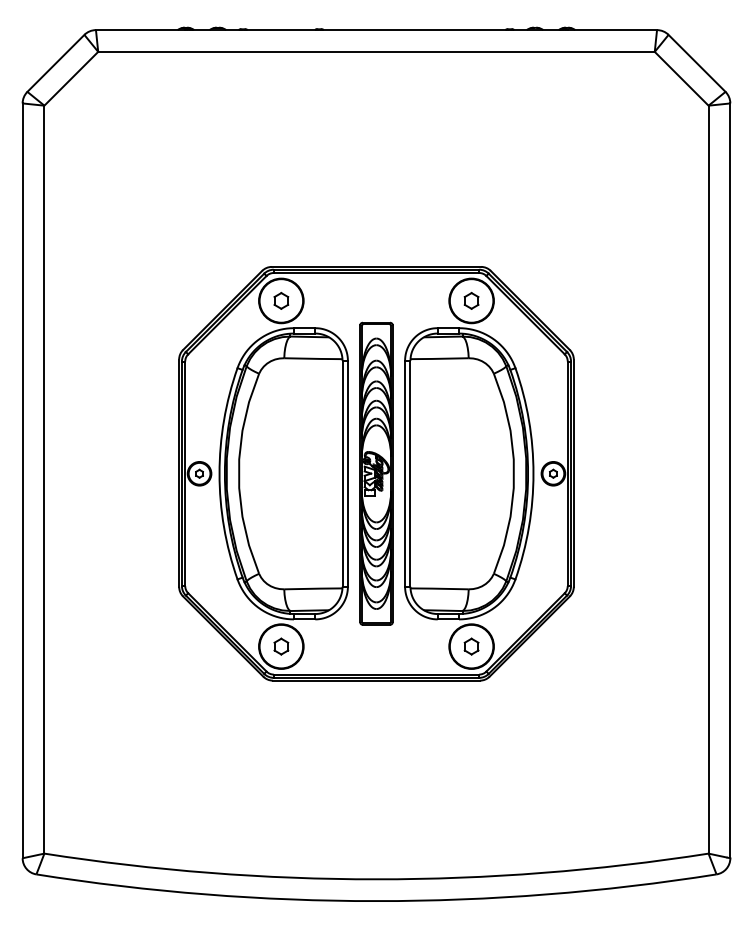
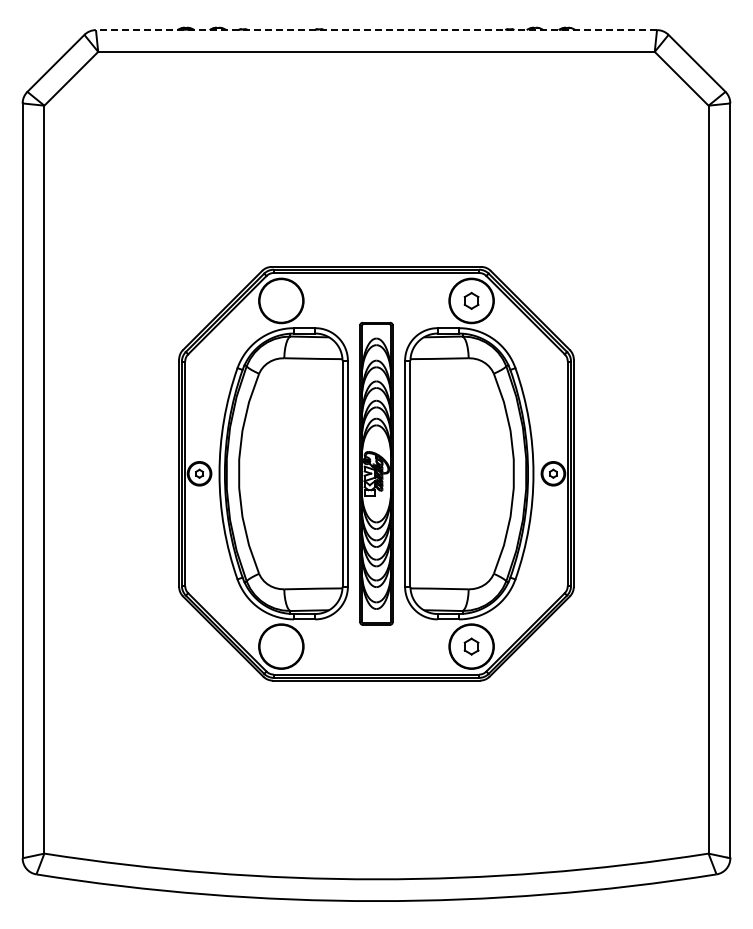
line at (376, 30): solid -> dashed
part at (281, 300): present -> none
part at (281, 646): present -> none
